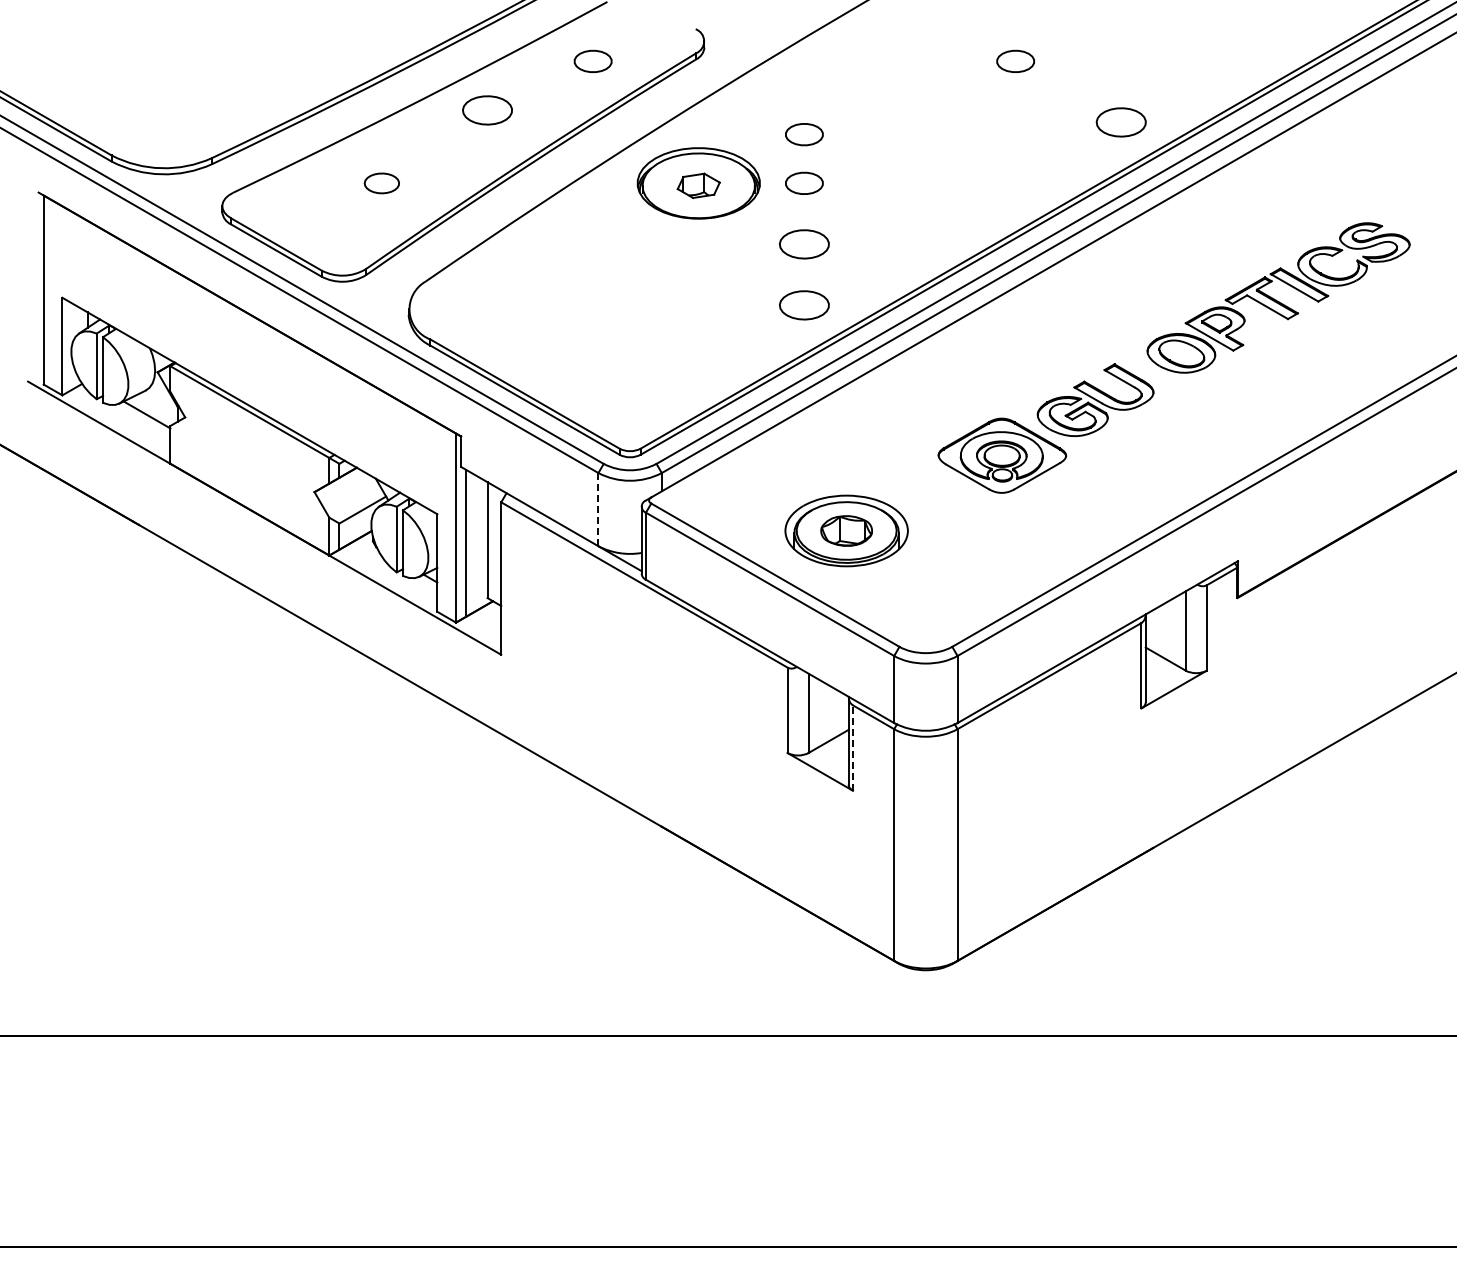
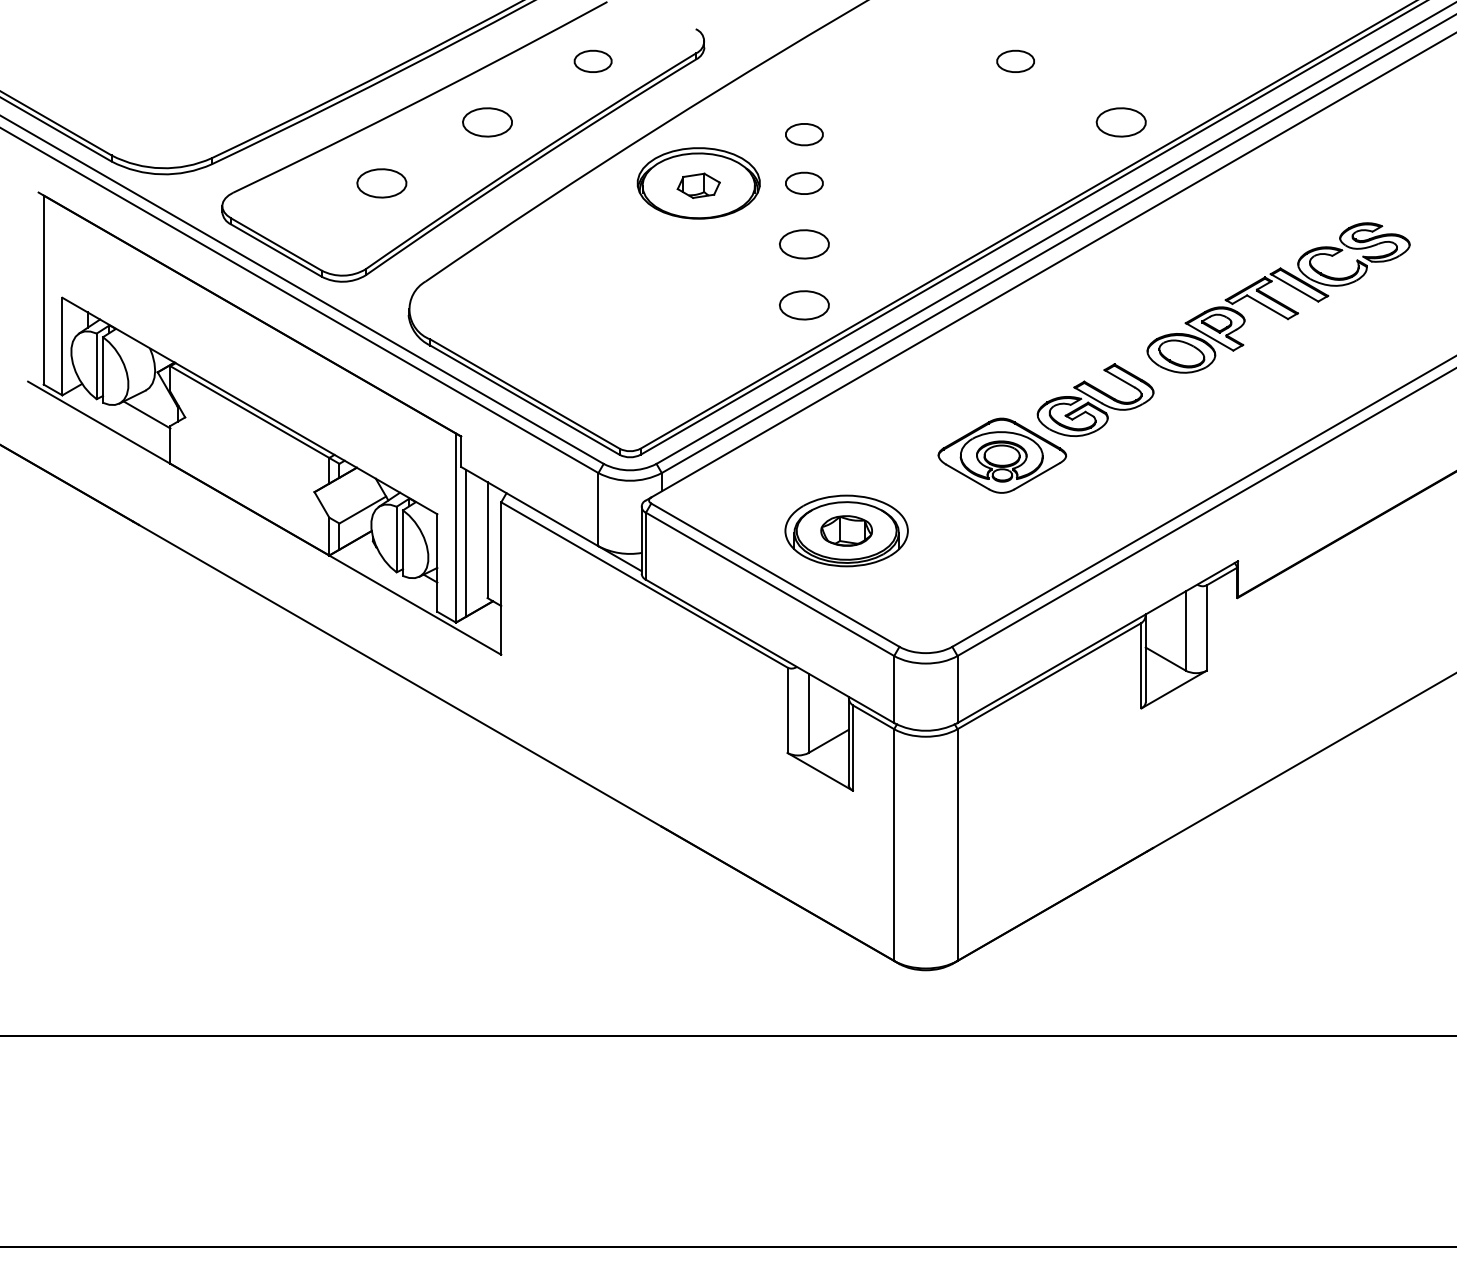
part at (487, 110) position: (487, 110) -> (487, 122)
part at (381, 183) size: 37x23 px -> 52x31 px
line at (598, 509): dashed -> solid
line at (853, 748): dashed -> solid
